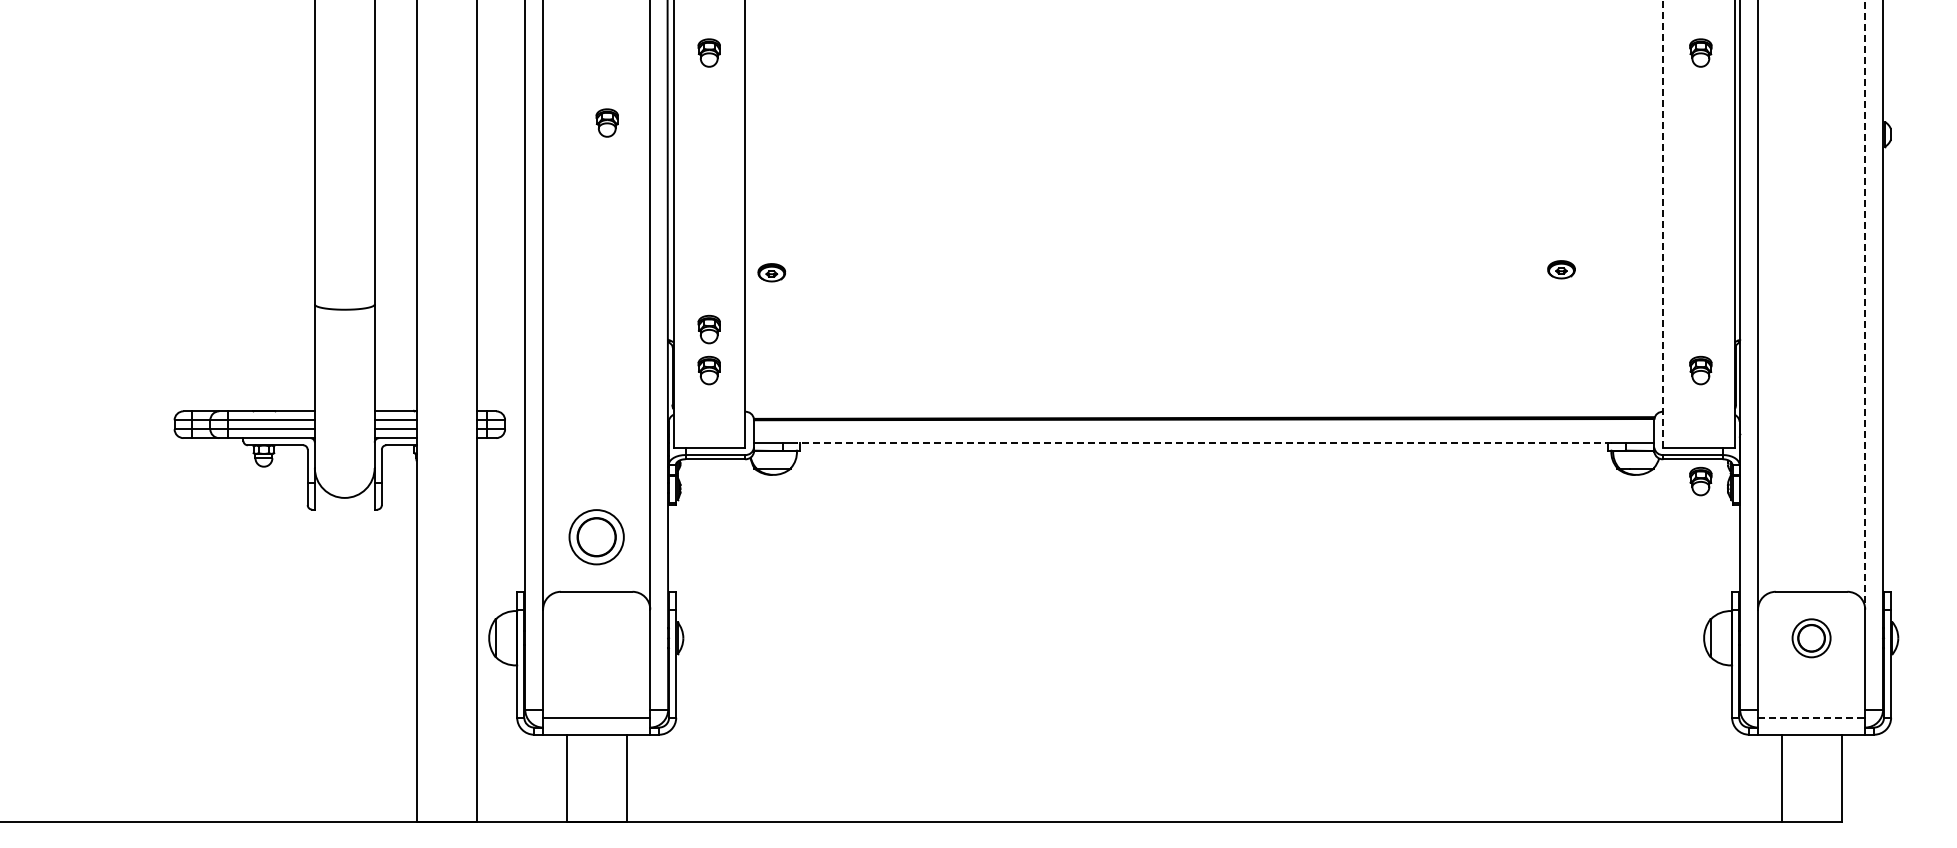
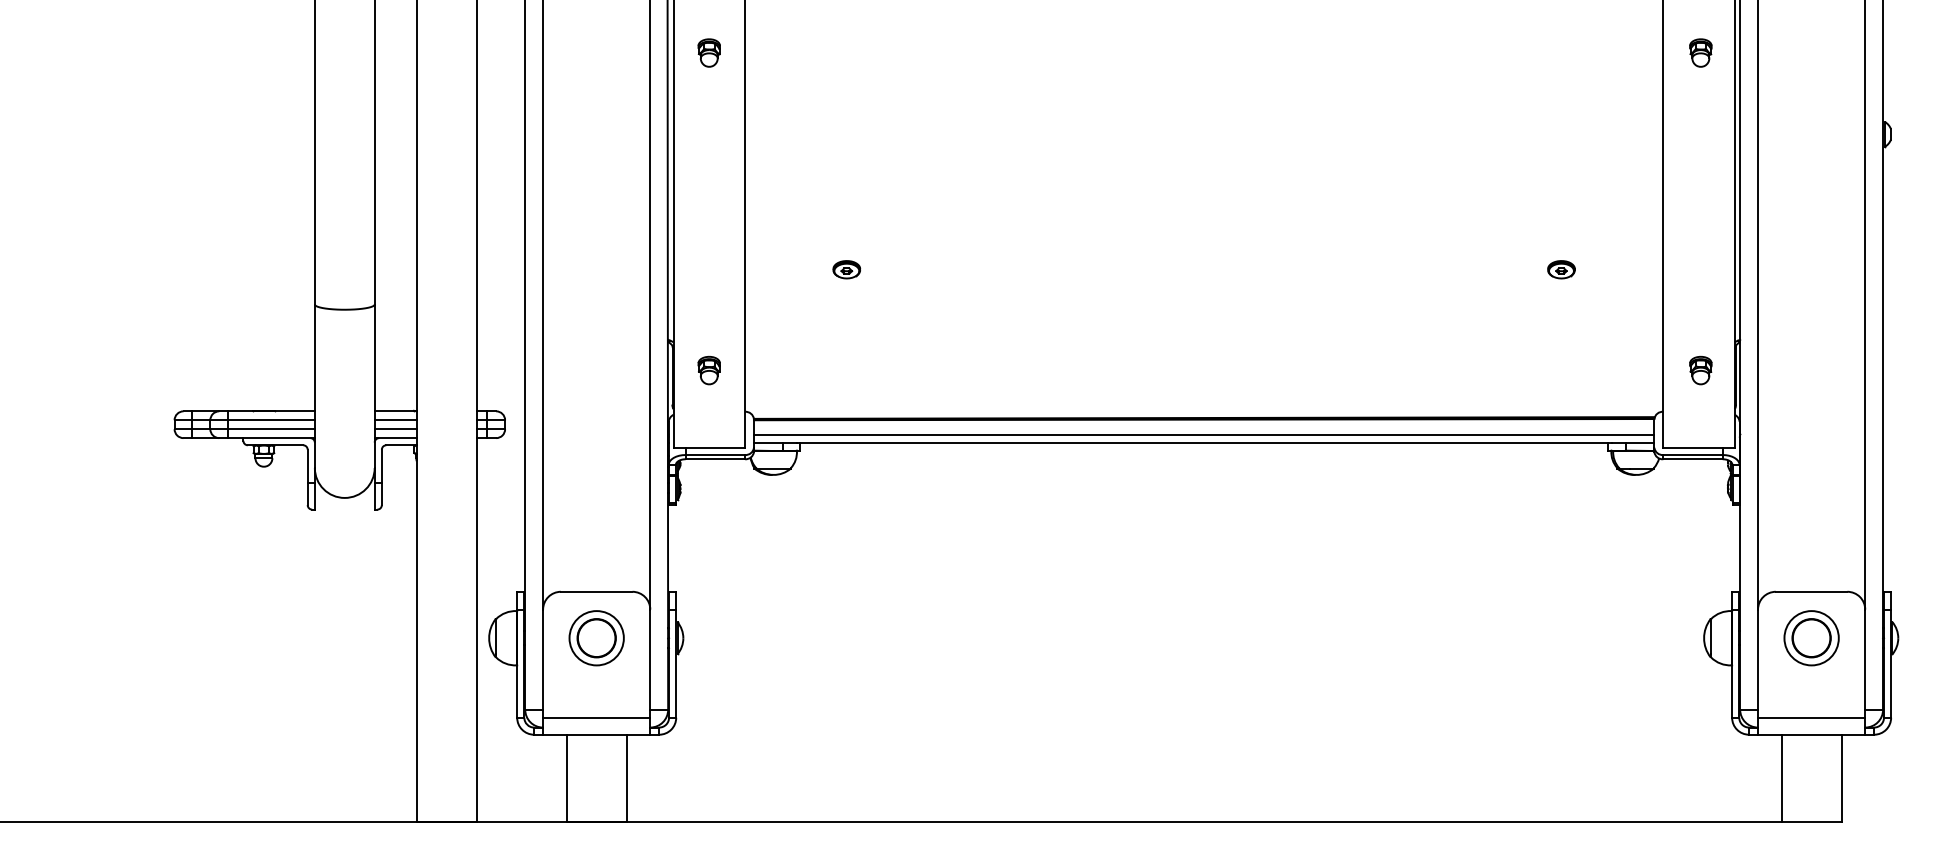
part at (606, 122): present -> none
line at (1663, 224): dashed -> solid
part at (771, 272) position: (771, 272) -> (846, 269)
line at (1865, 304): dashed -> solid
part at (708, 329): present -> none
line at (1203, 434): none -> present
line at (1203, 443): dashed -> solid
part at (1700, 481): present -> none
part at (596, 537) position: (596, 537) -> (596, 638)
part at (1811, 638) size: 41x41 px -> 57x57 px
line at (1811, 717): dashed -> solid
